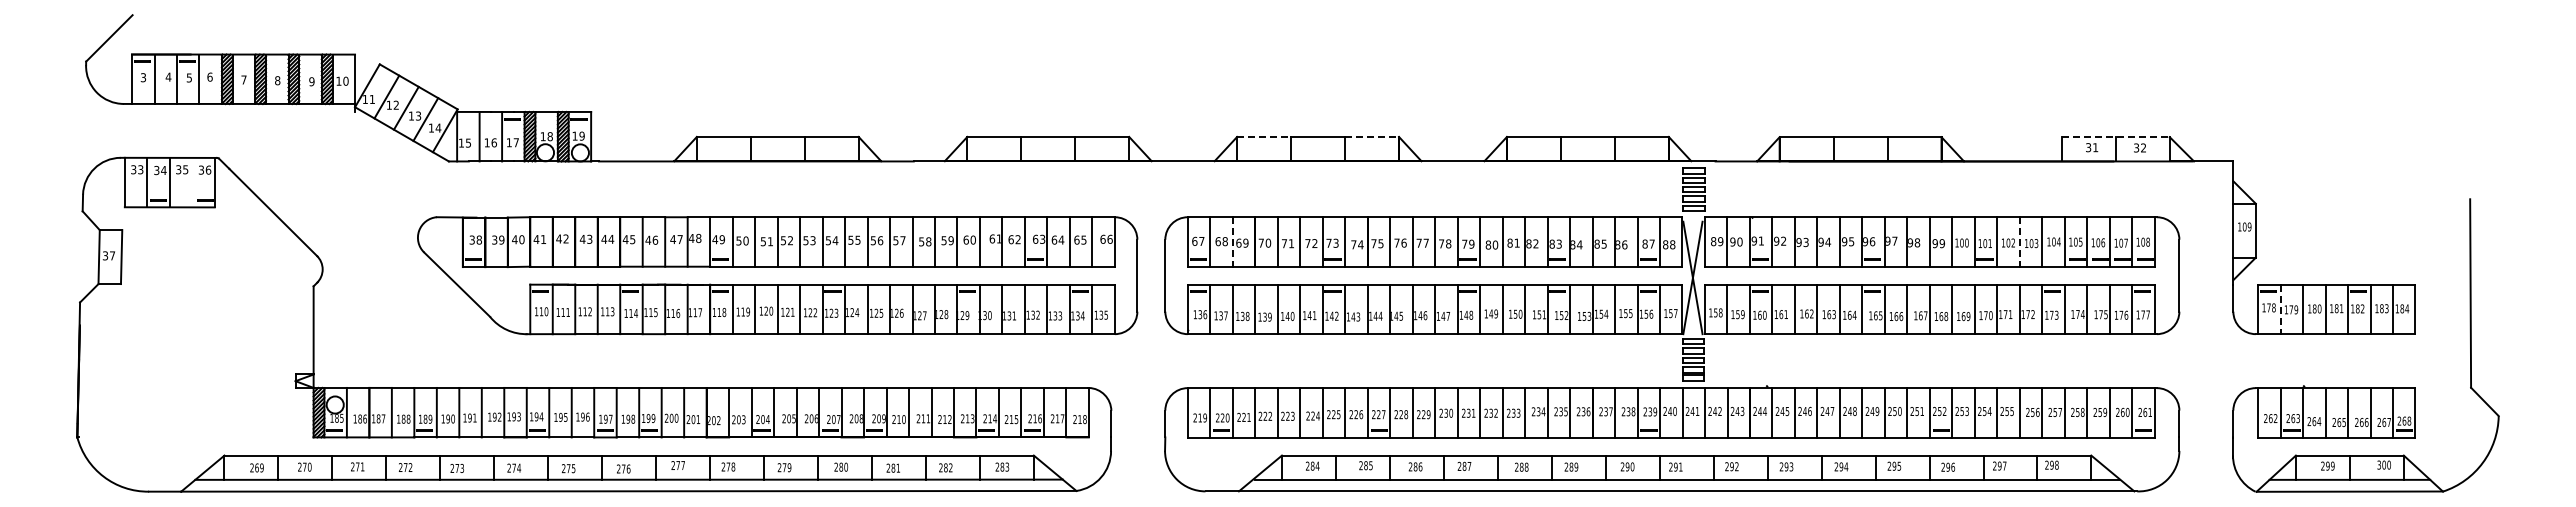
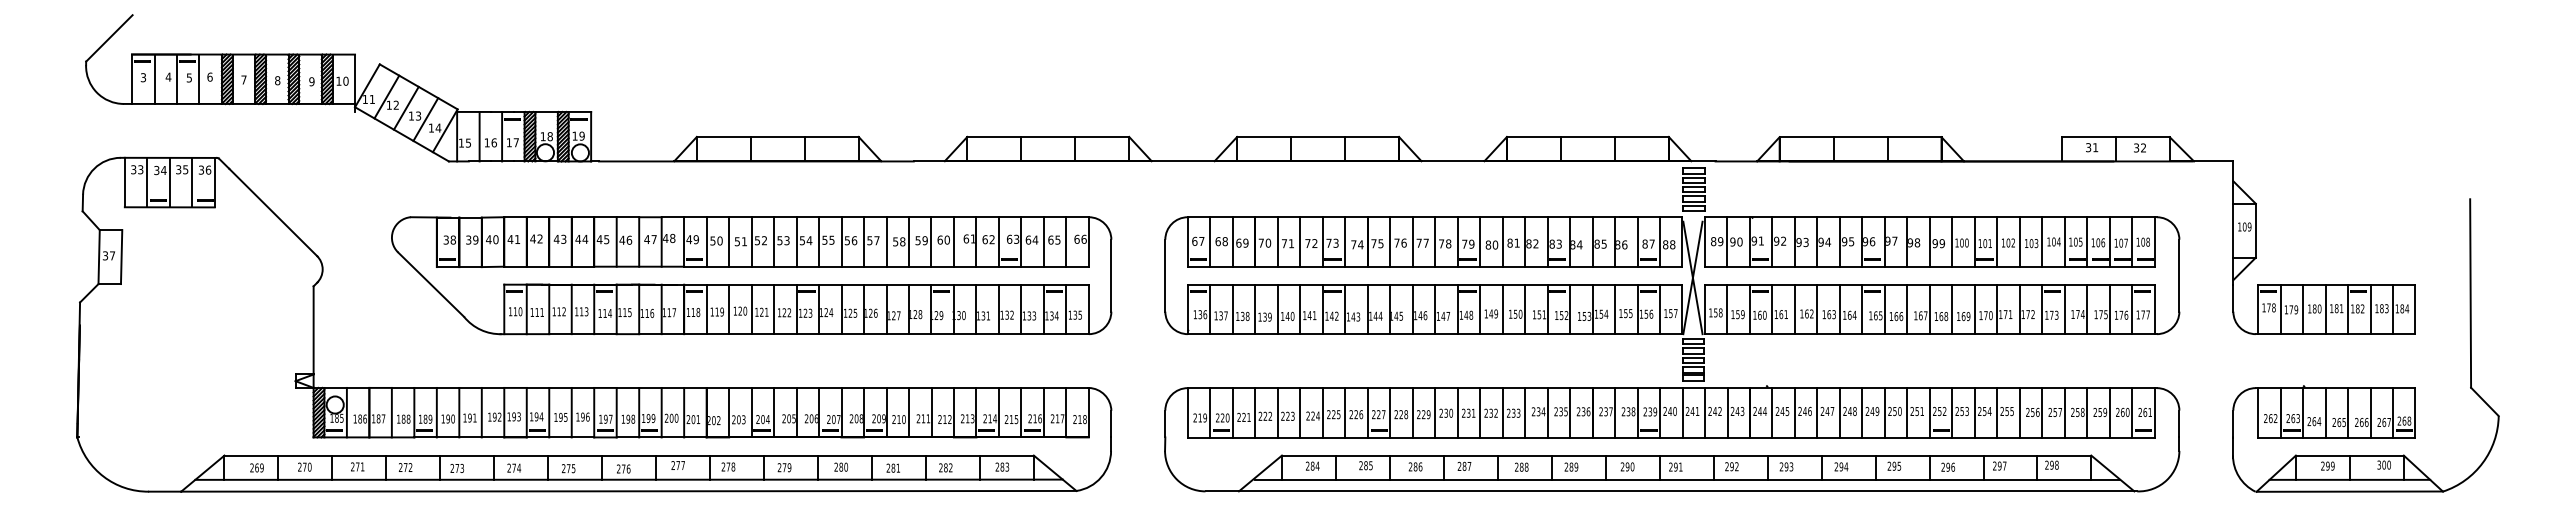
line at (1264, 136): dashed -> solid
line at (1372, 136): dashed -> solid
line at (2115, 137): dashed -> solid
line at (192, 182): none -> present
line at (1232, 241): dashed -> solid
line at (2019, 241): dashed -> solid
part at (777, 275) position: (777, 275) -> (751, 275)
line at (2280, 309): dashed -> solid
